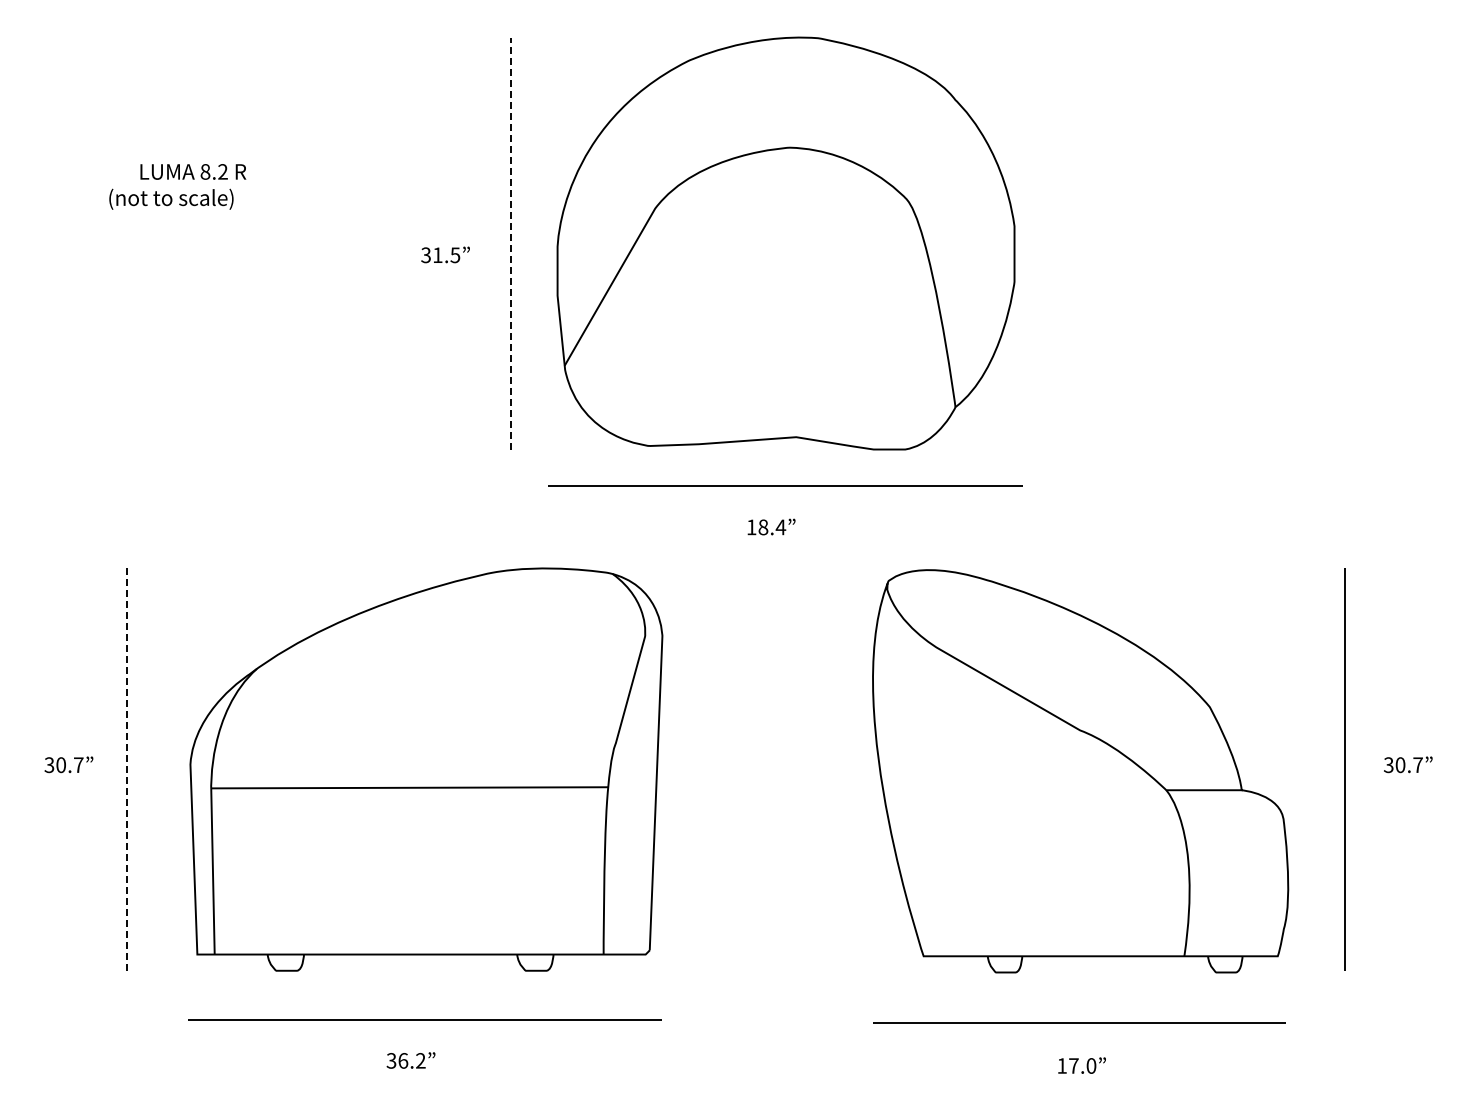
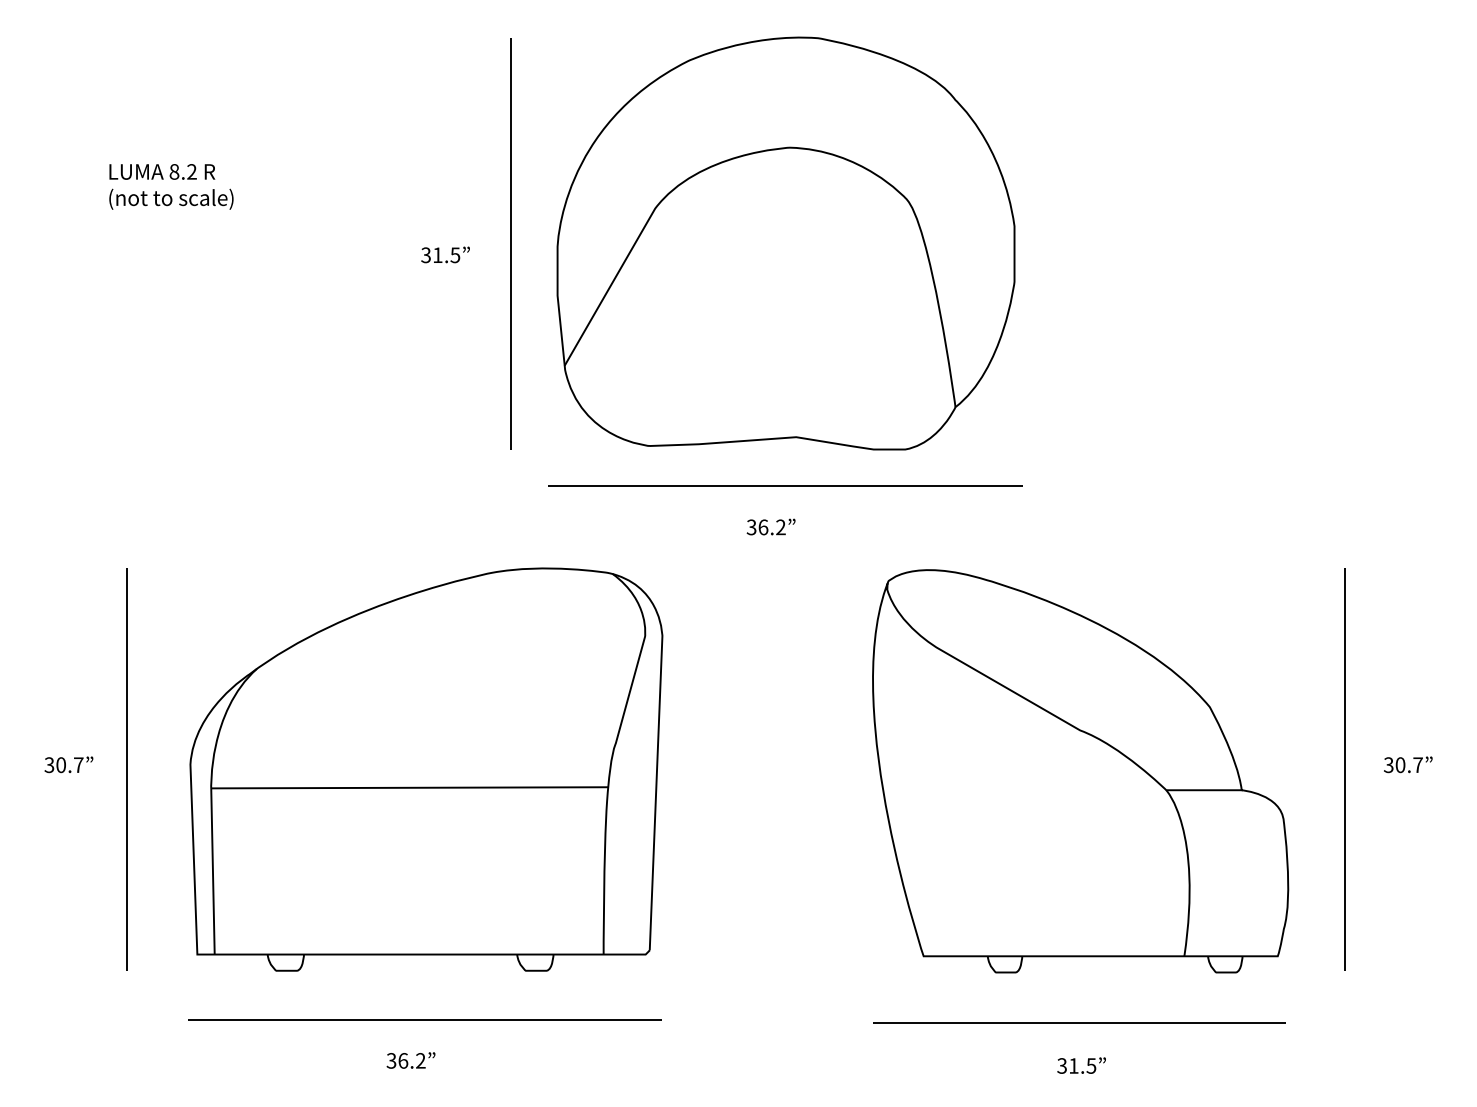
text at (193, 171) position: (193, 171) -> (162, 171)
line at (511, 243): dashed -> solid
text at (766, 527): 18.4 -> 36.2
line at (127, 770): dashed -> solid
text at (1076, 1065): 17.0 -> 31.5
